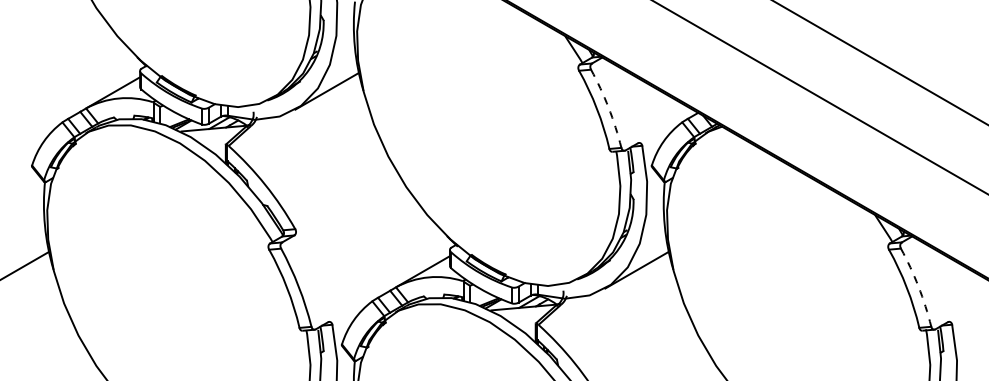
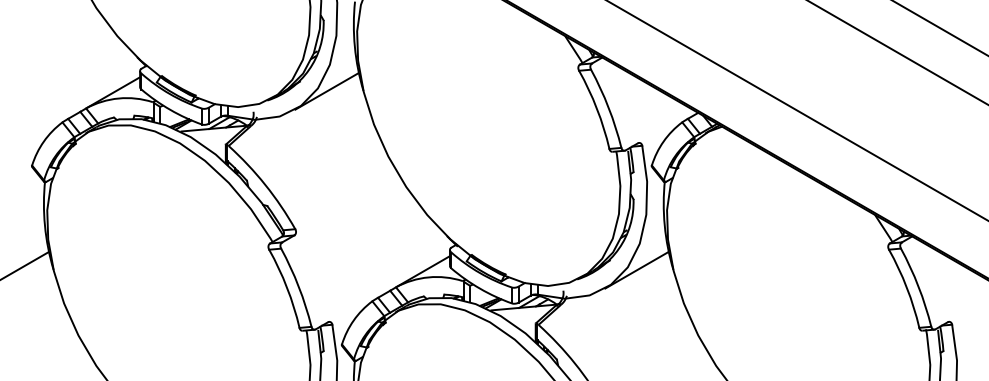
line at (940, 28): none -> present
line at (880, 62) position: (880, 62) -> (897, 52)
line at (820, 97) position: (820, 97) -> (797, 110)
arc at (608, 107): dashed -> solid
arc at (918, 286): dashed -> solid
